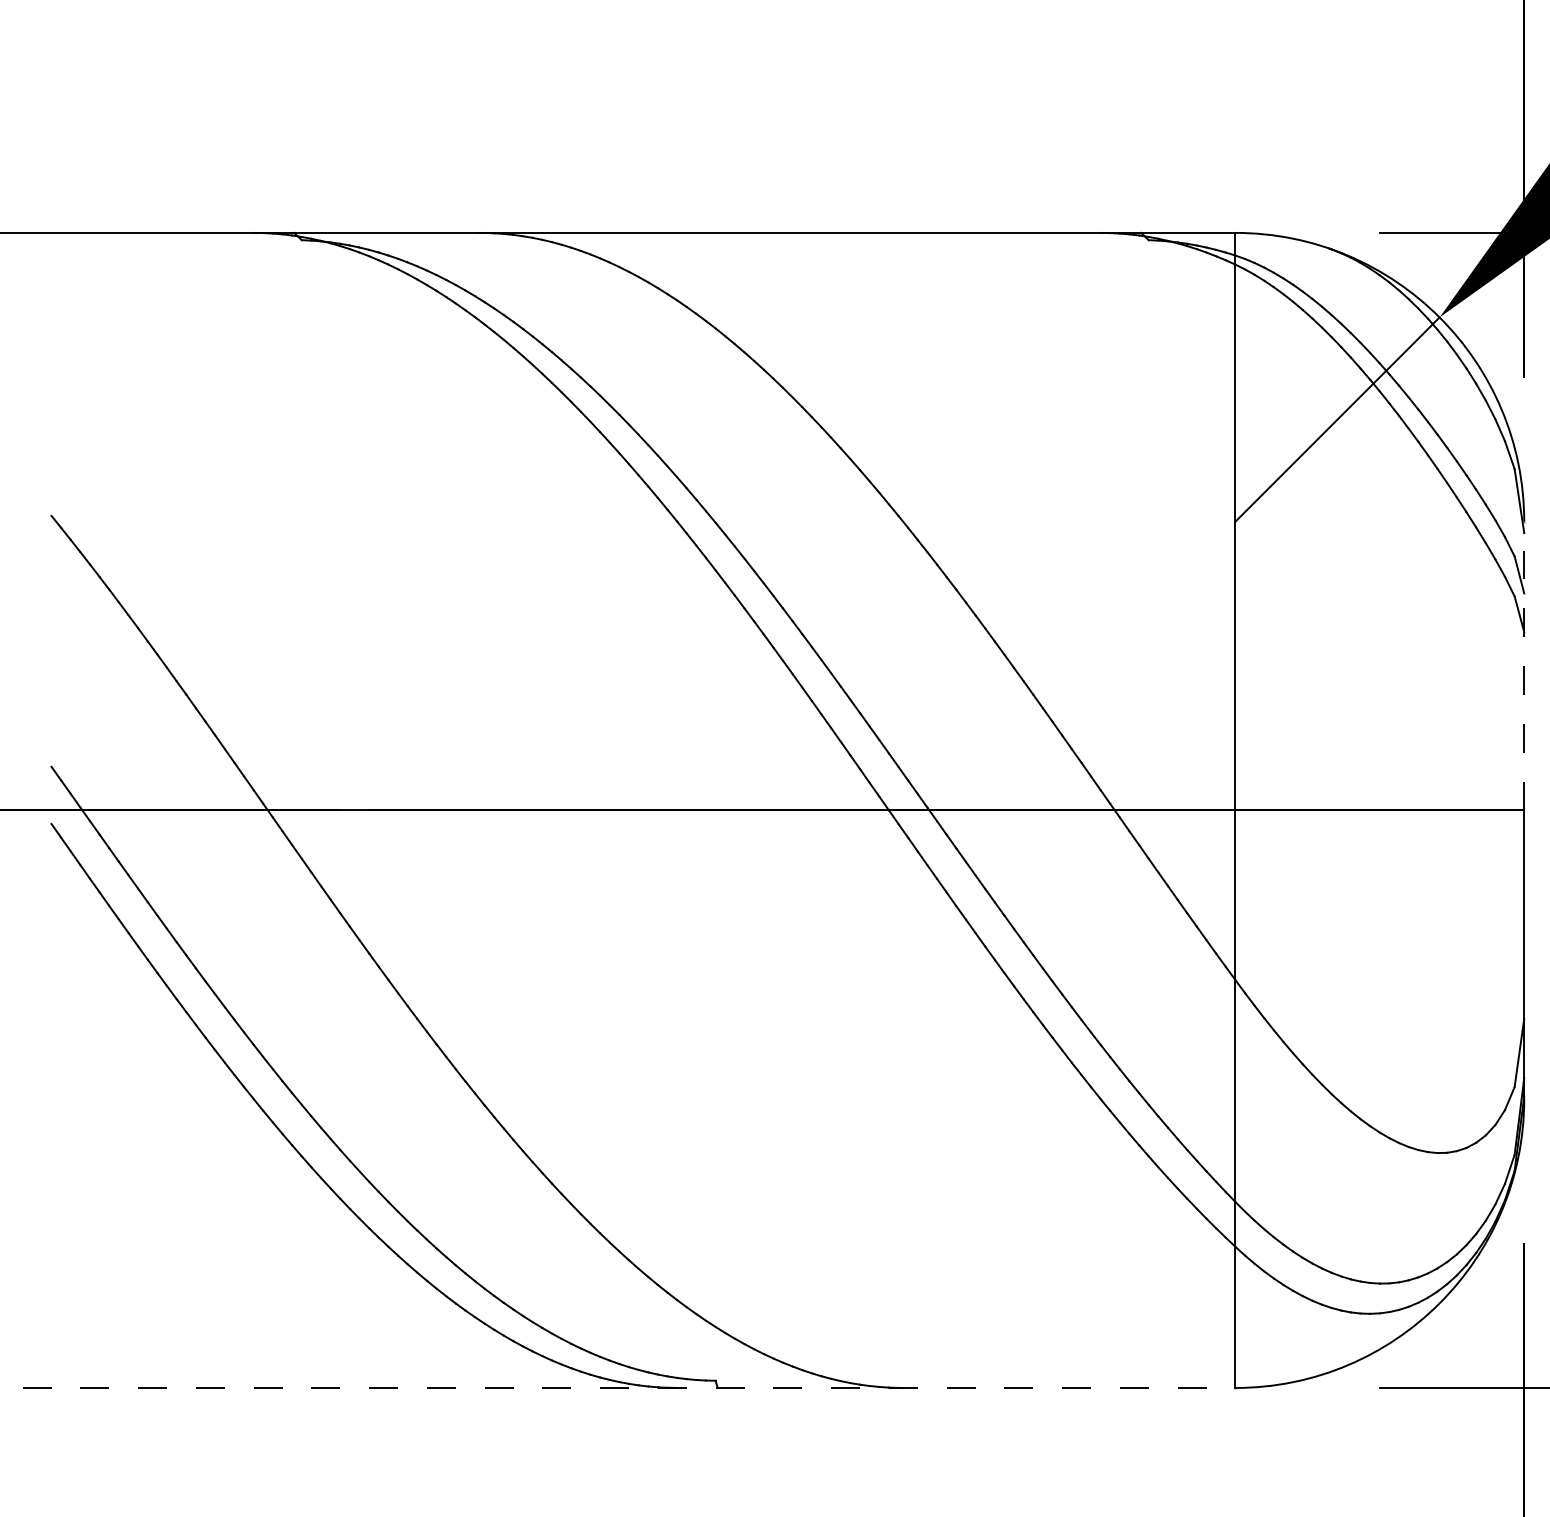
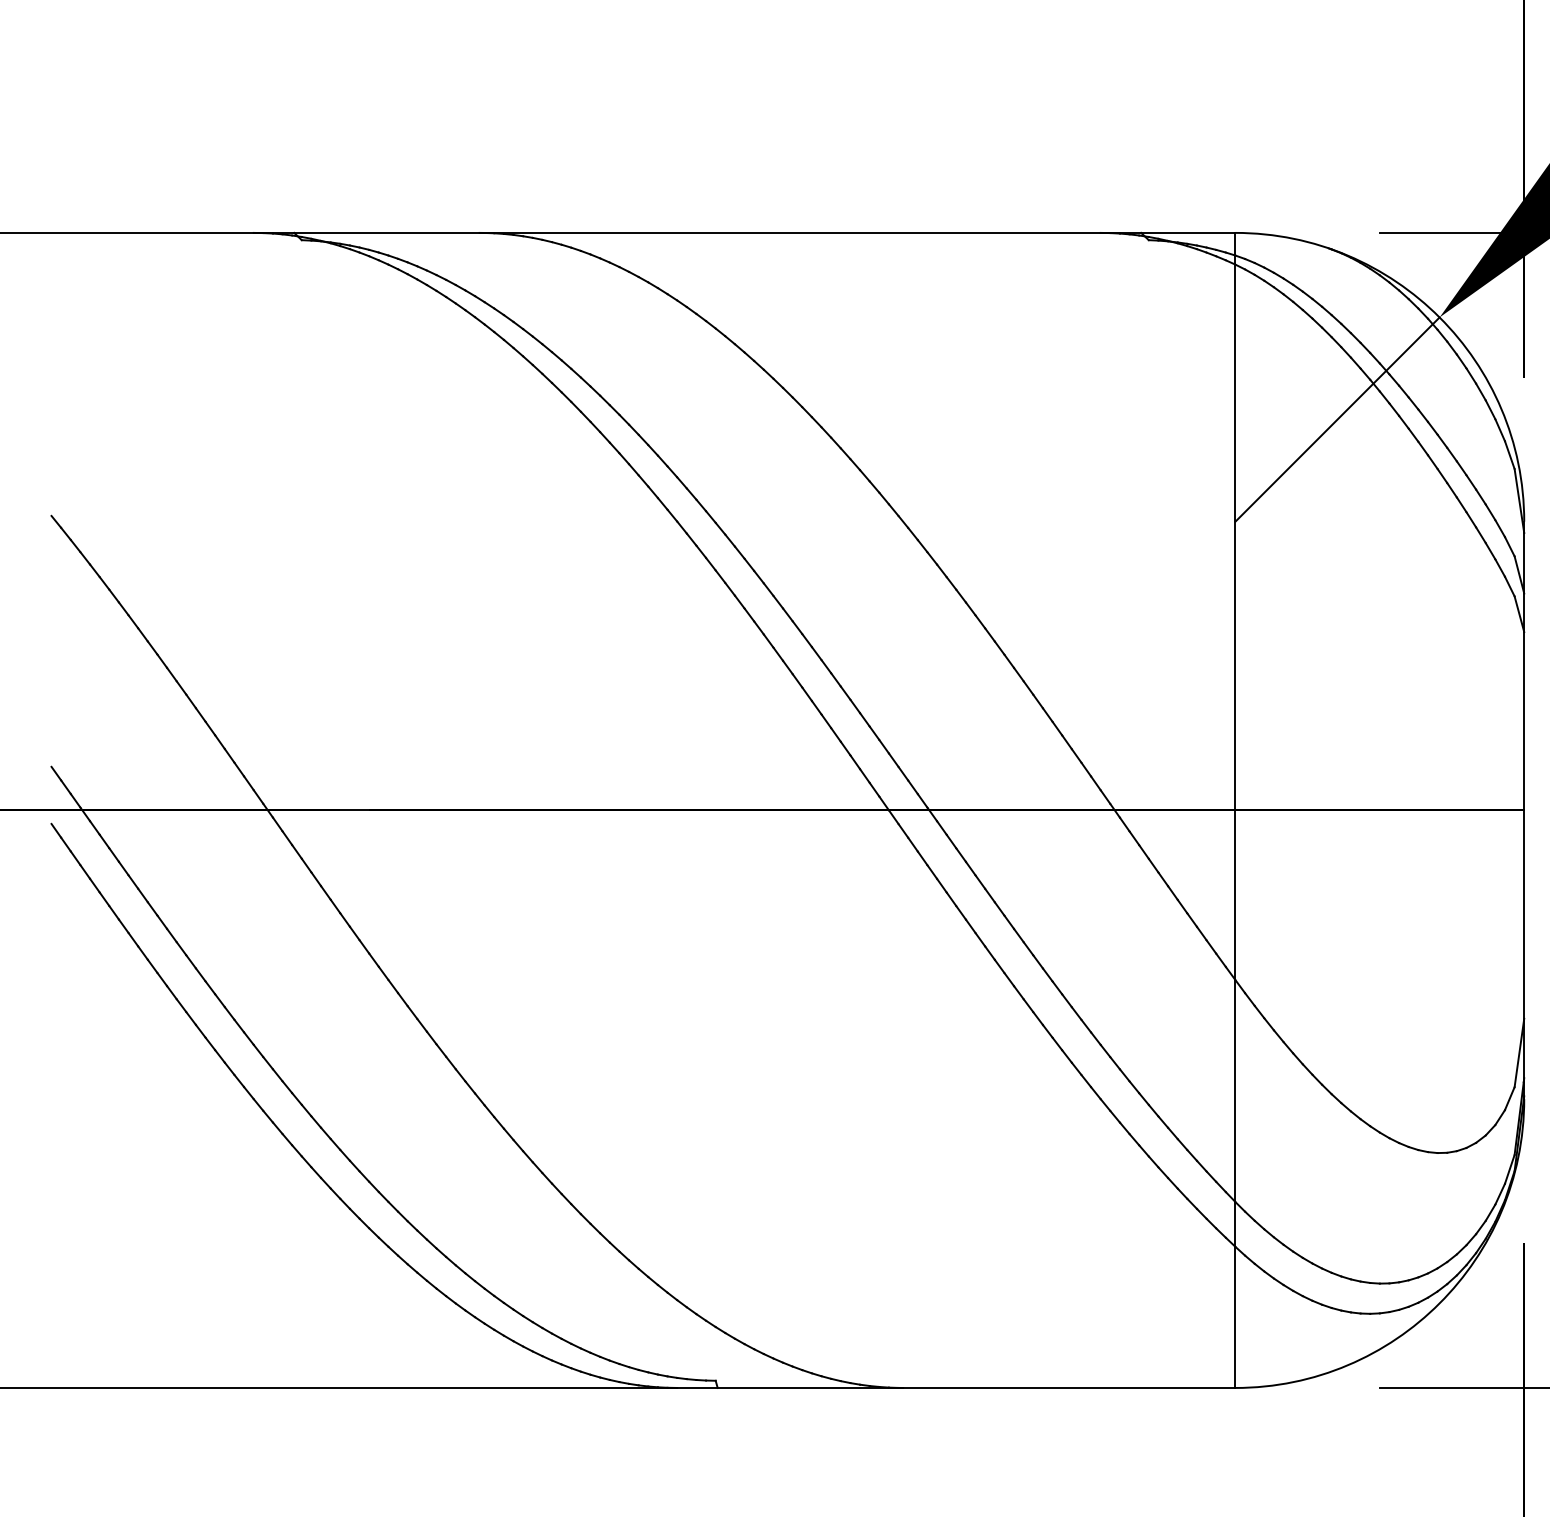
line at (1524, 665): dashed -> solid
line at (618, 1387): dashed -> solid
